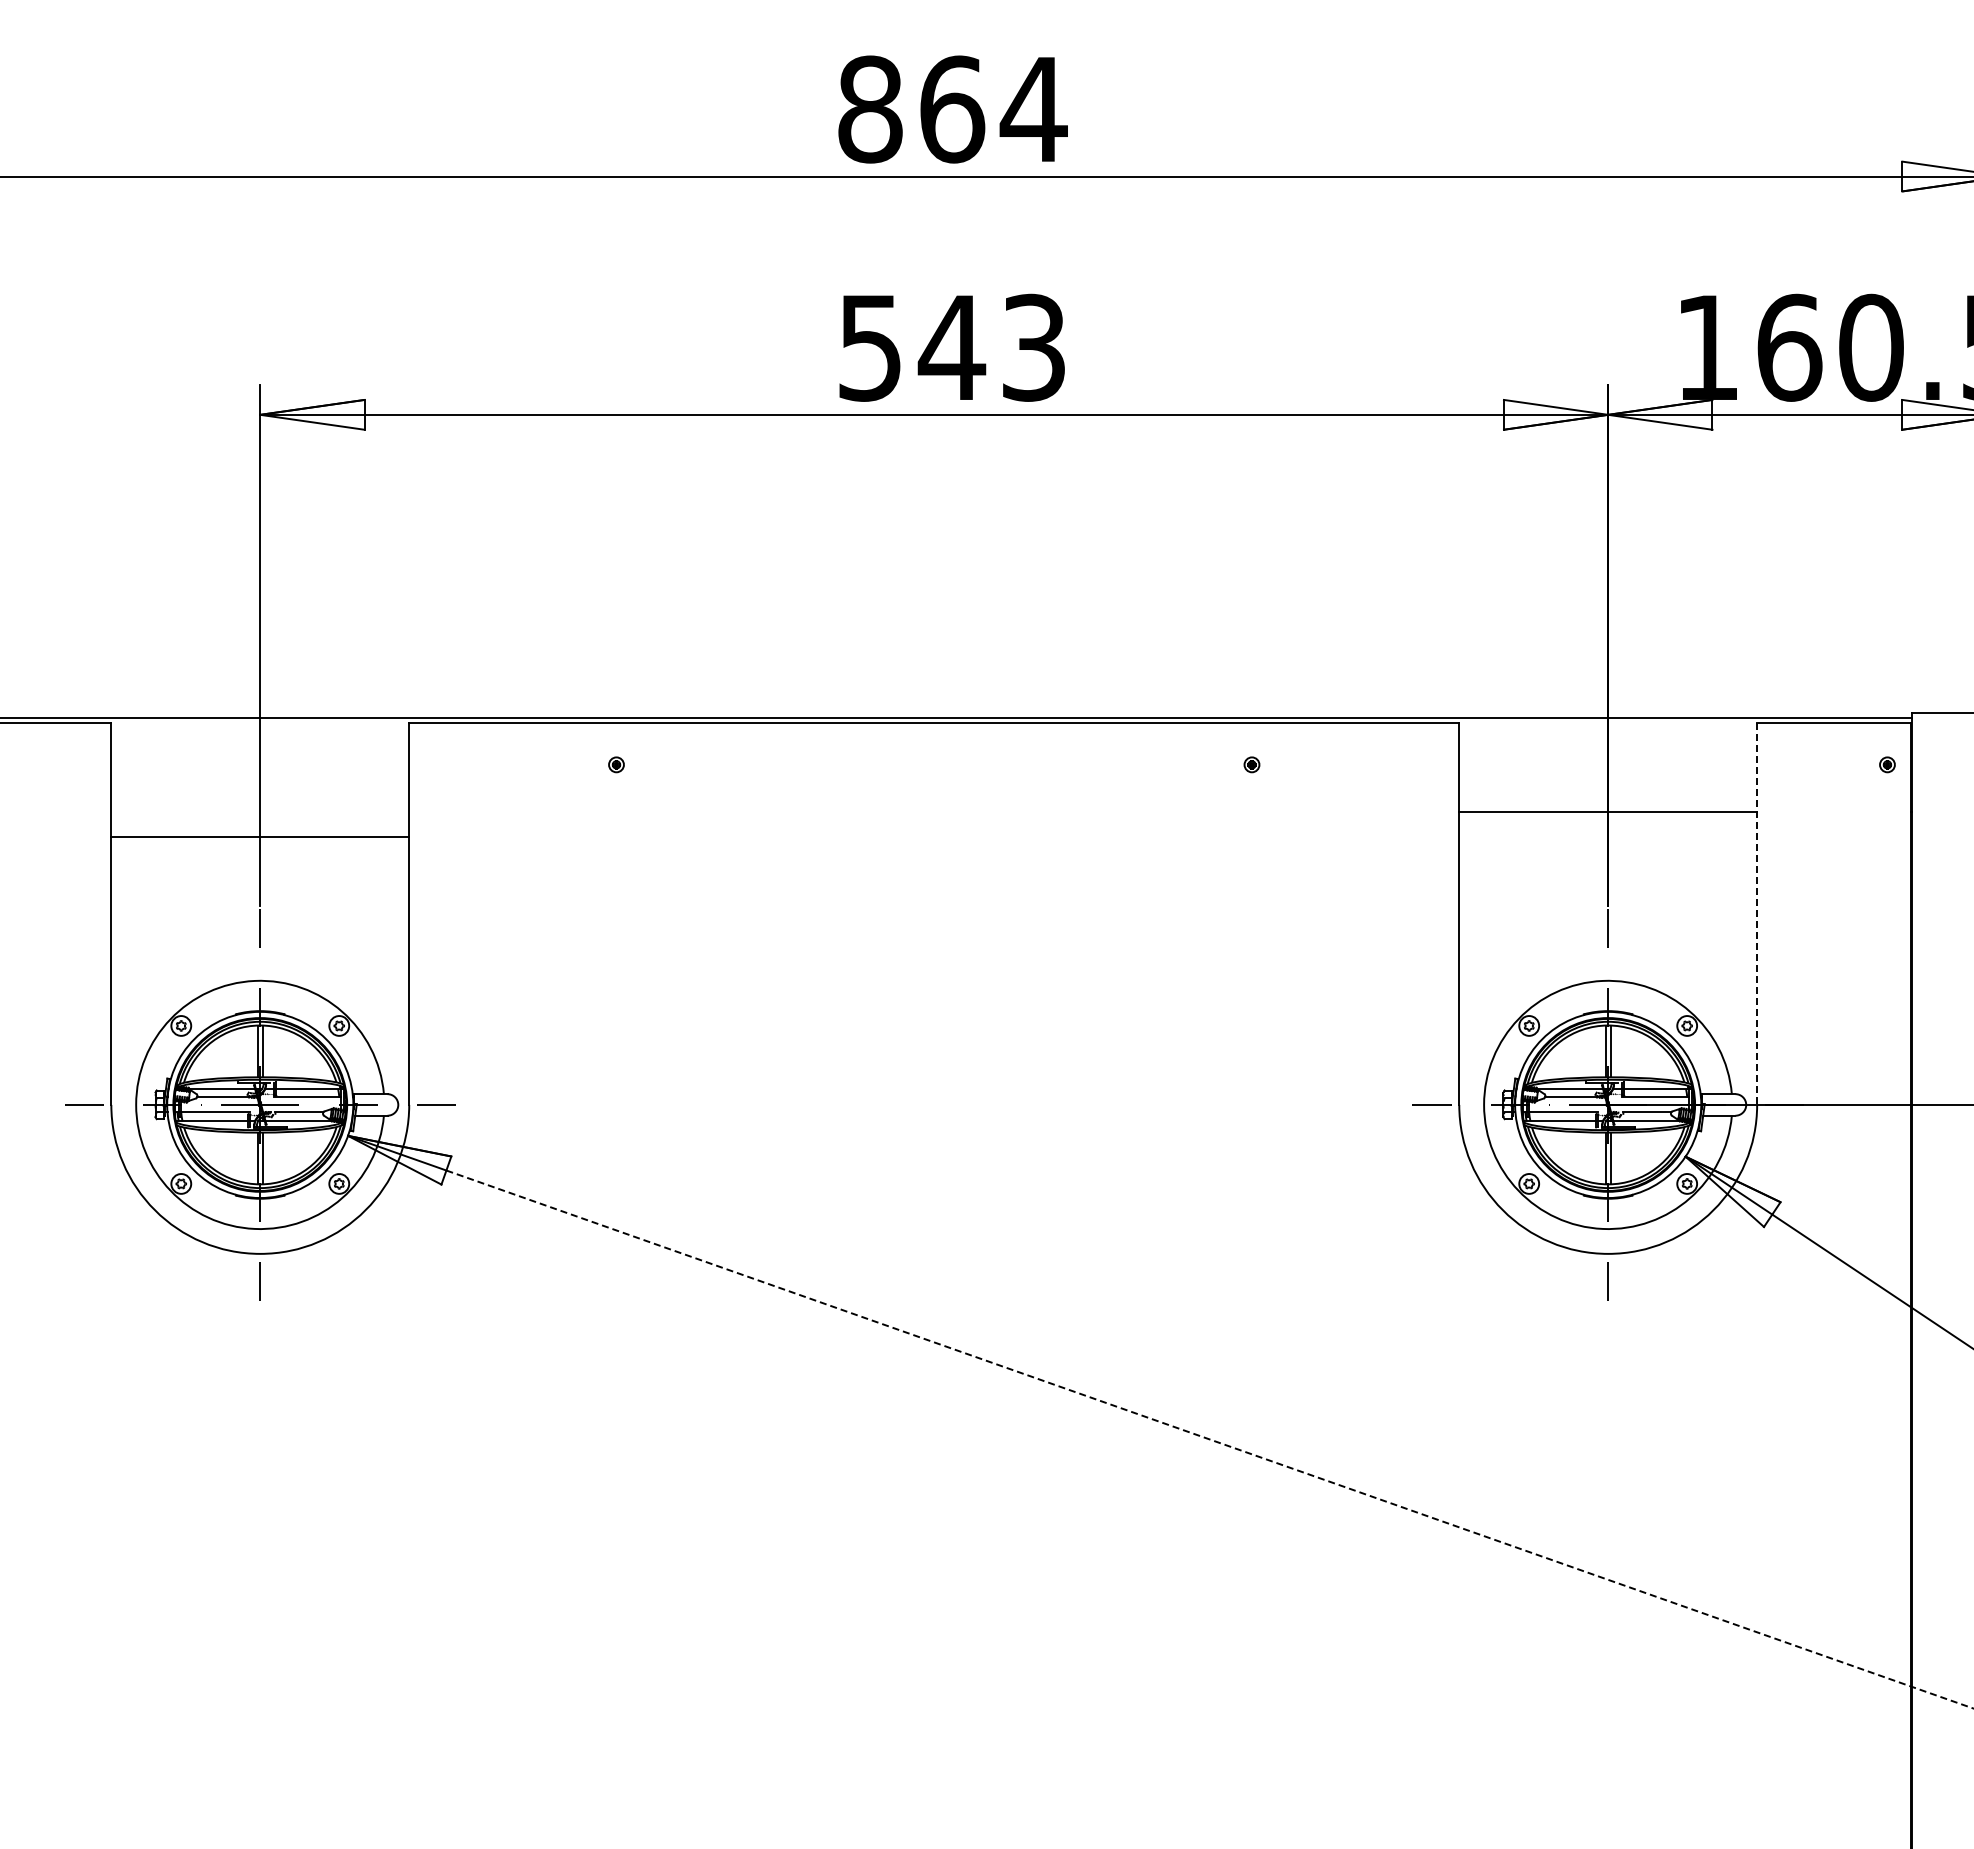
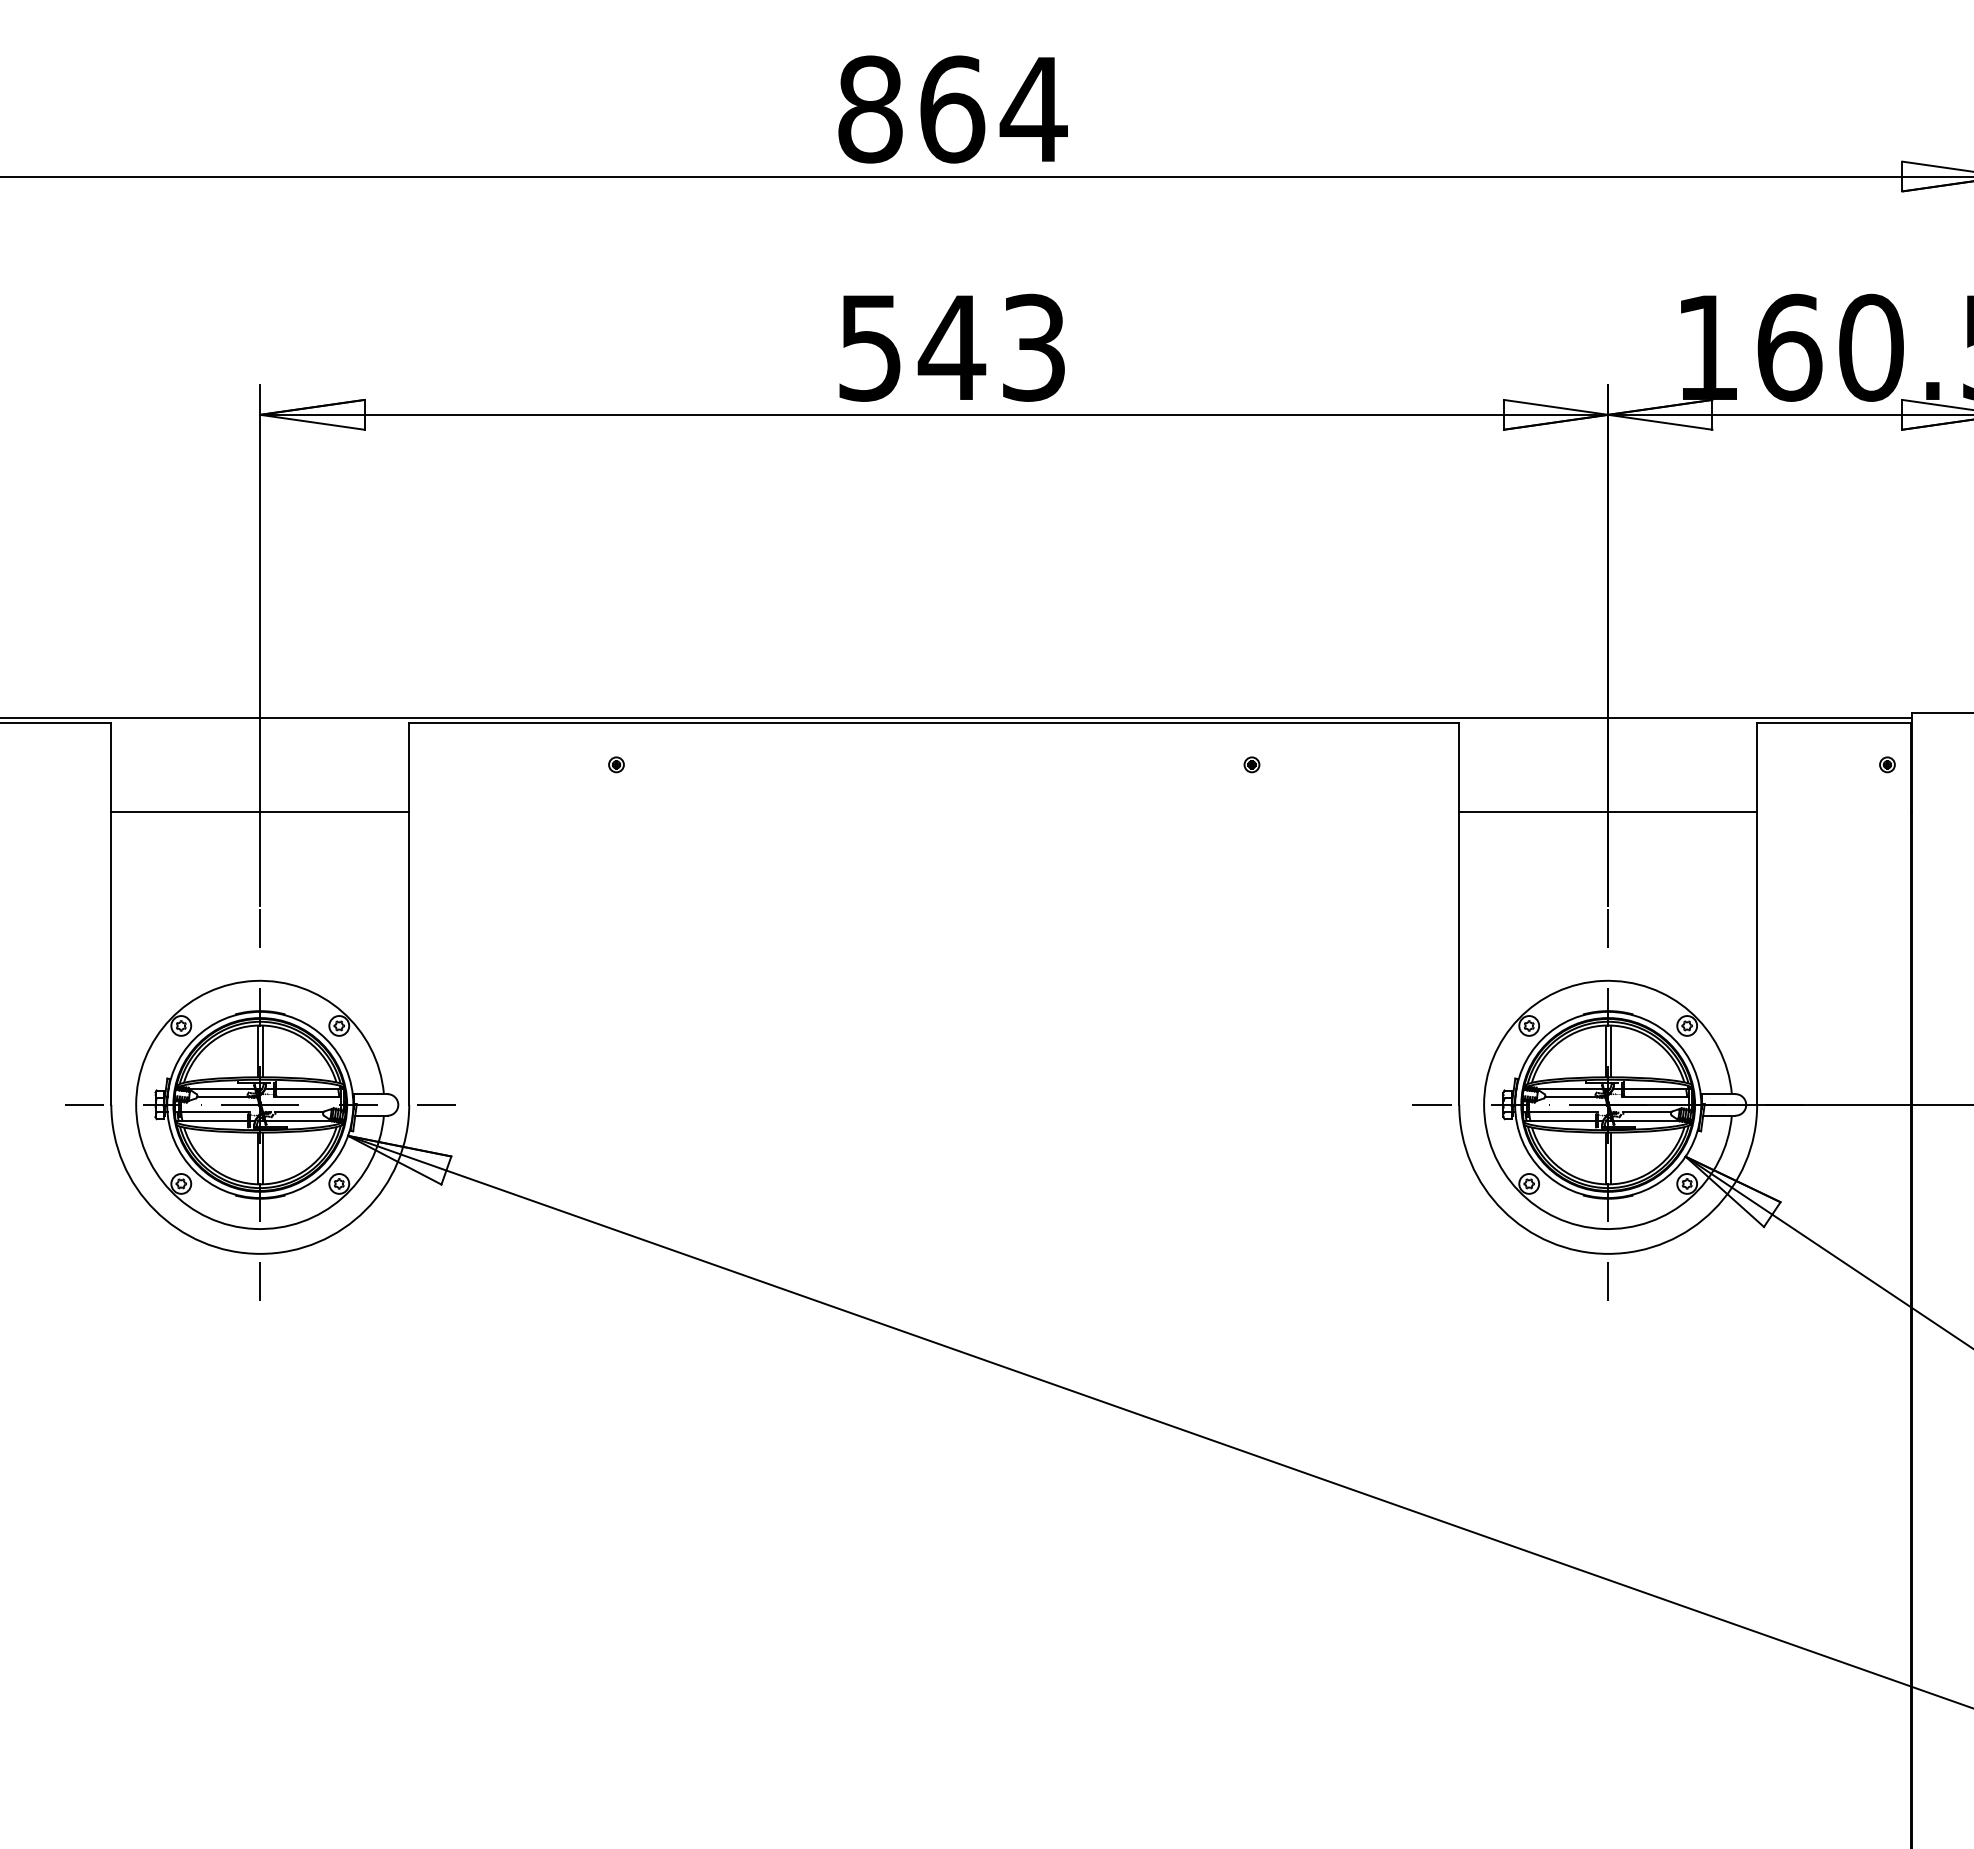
line at (260, 837) position: (260, 837) -> (260, 812)
line at (1757, 914): dashed -> solid
line at (1210, 1439): dashed -> solid
